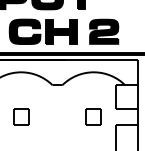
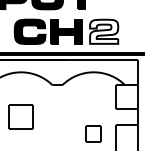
part at (42, 31) position: (42, 31) -> (47, 31)
fill at (104, 31): present -> none
part at (21, 116) size: 17x18 px -> 26x26 px
part at (93, 116) position: (93, 116) -> (93, 133)
